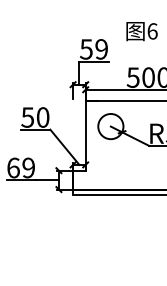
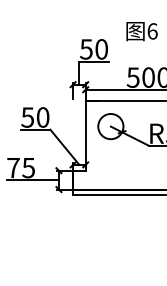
text at (101, 49): 59 -> 50
text at (20, 167): 69 -> 75
